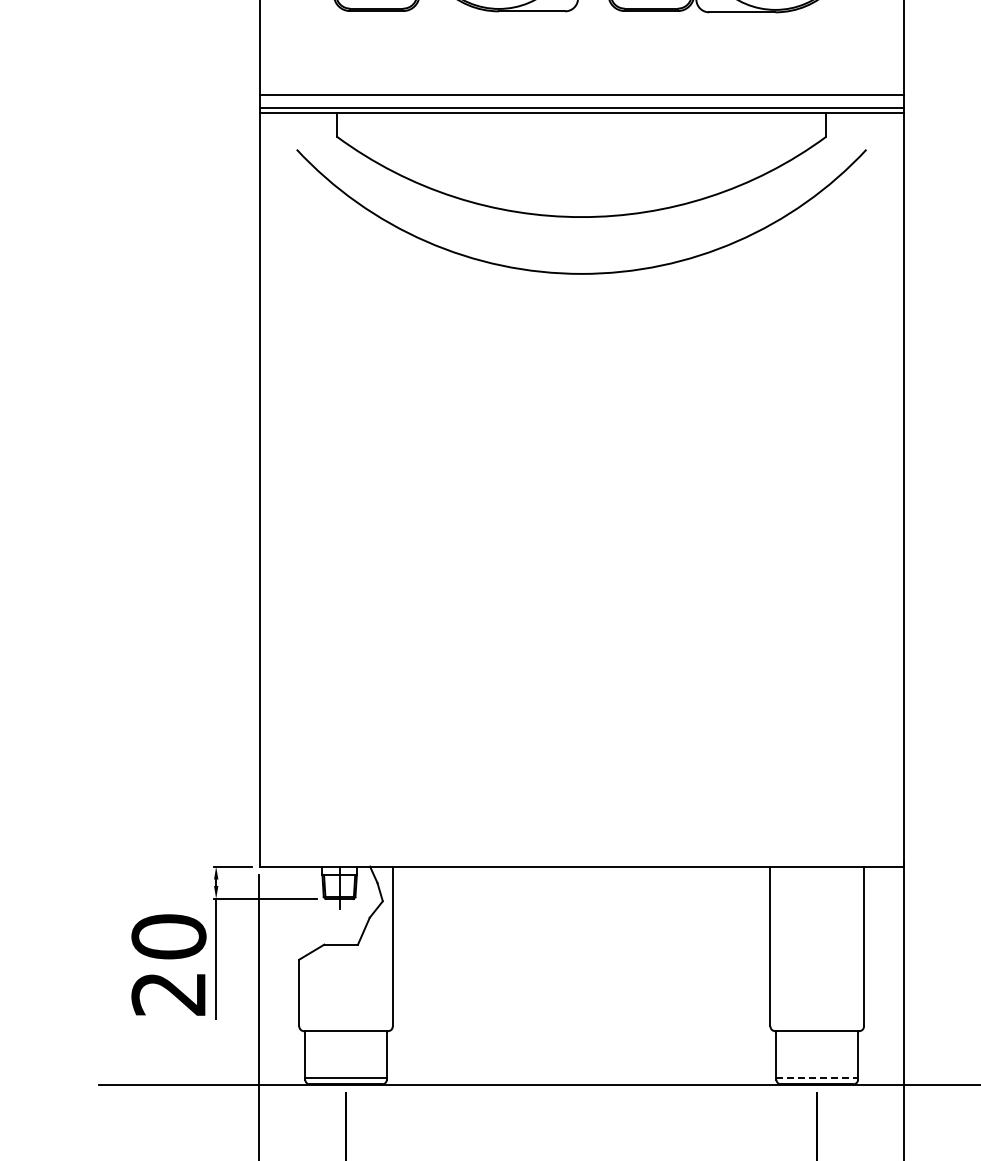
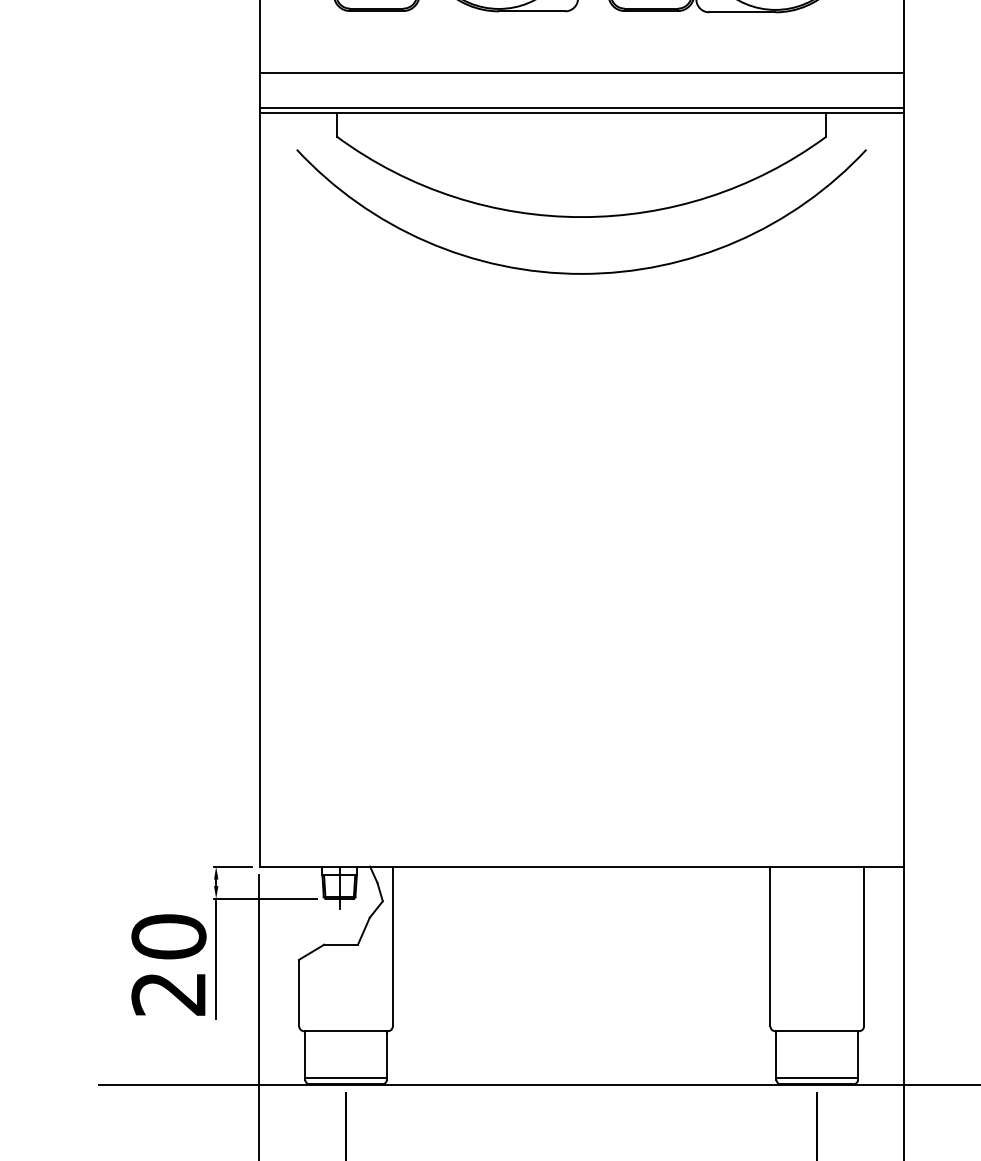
line at (581, 95) position: (581, 95) -> (581, 73)
line at (817, 1077): dashed -> solid
